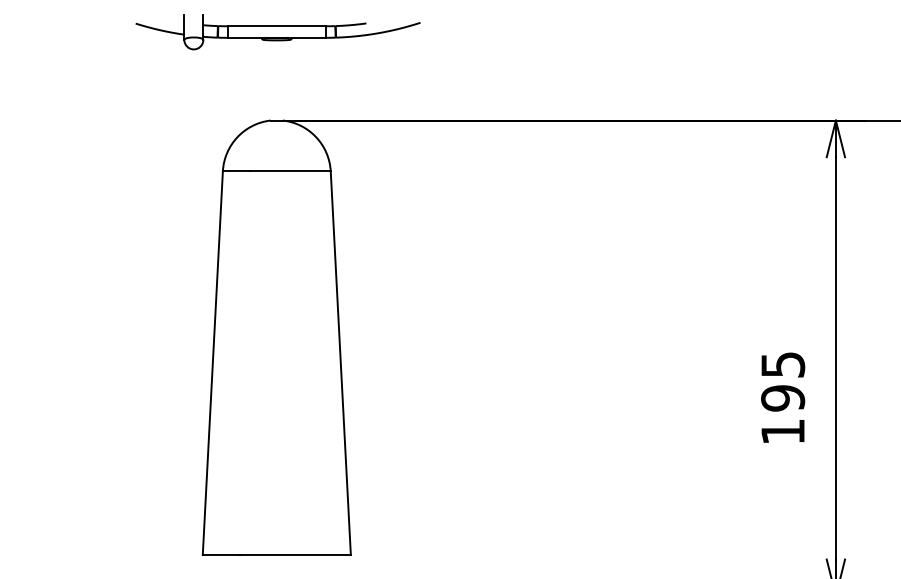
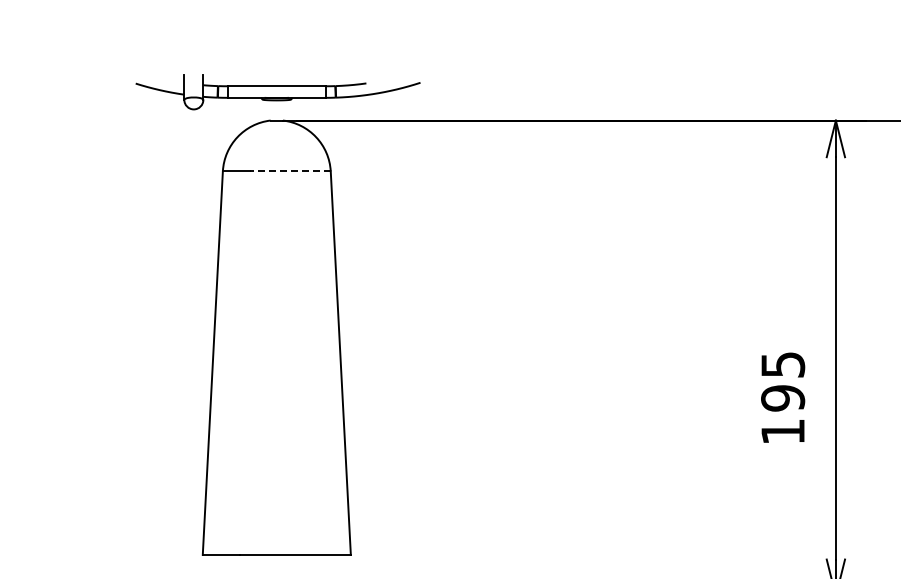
part at (277, 32) position: (277, 32) -> (277, 92)
line at (289, 171): solid -> dashed
